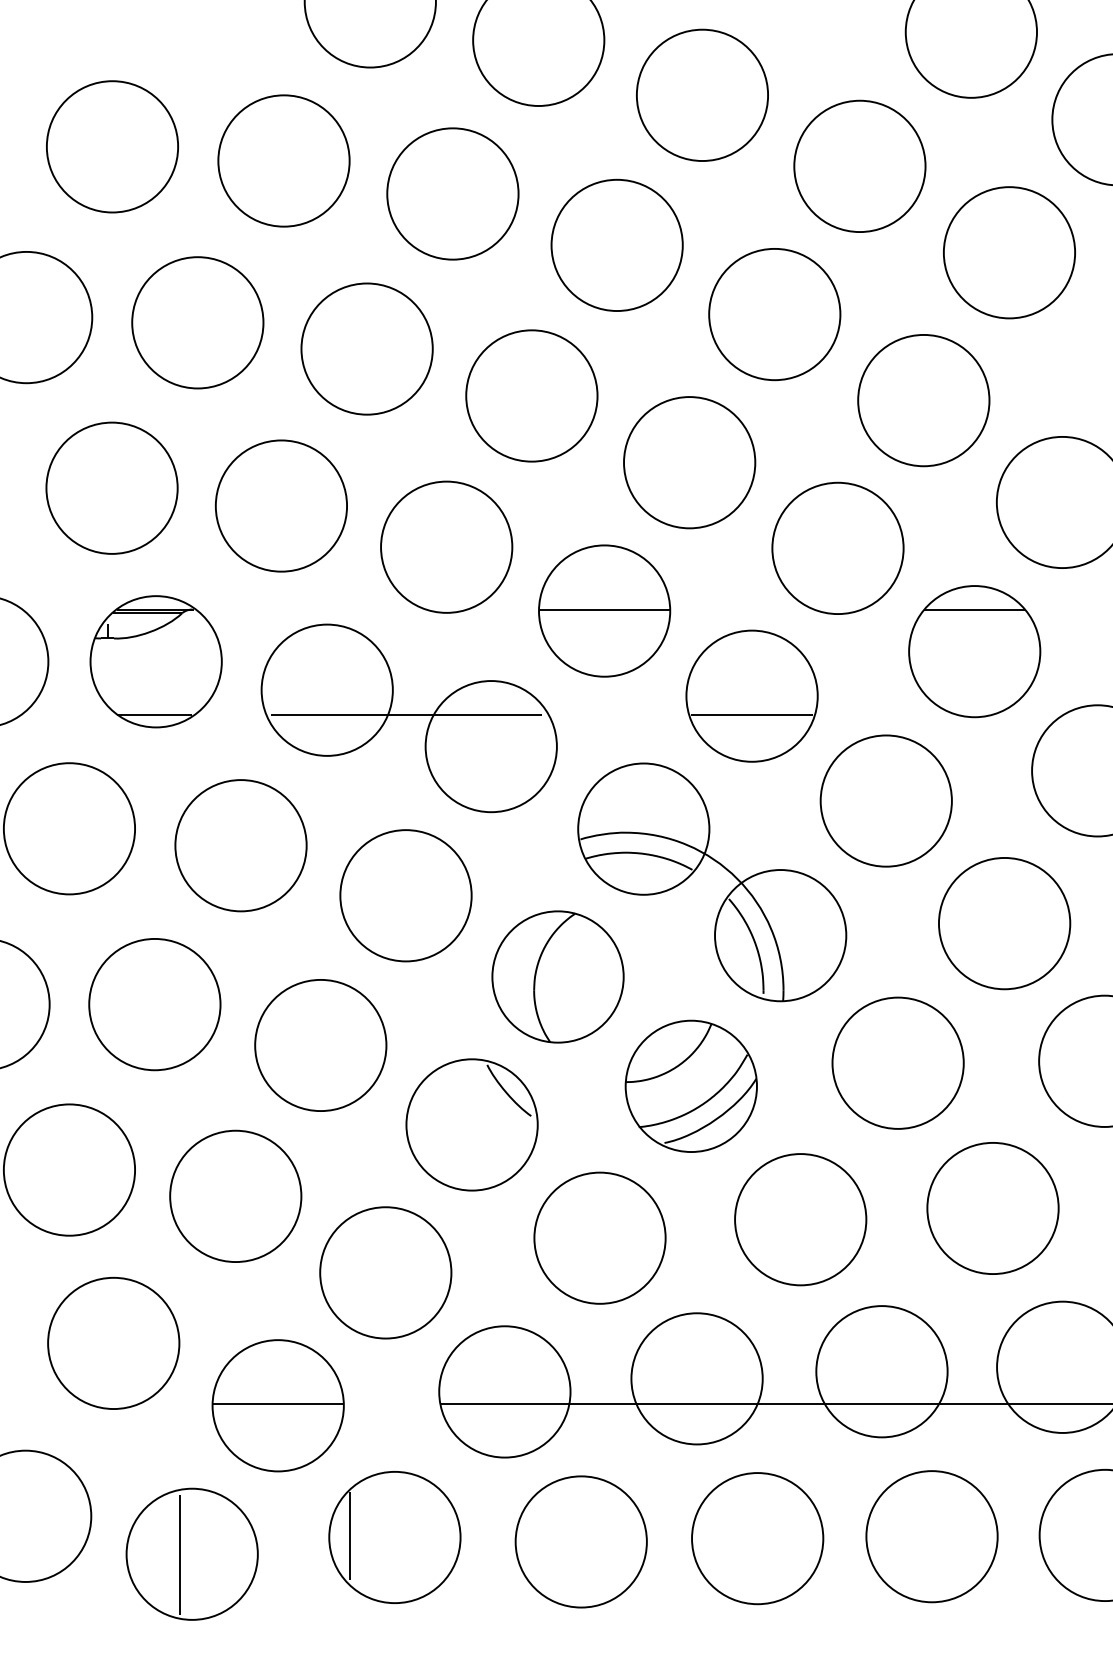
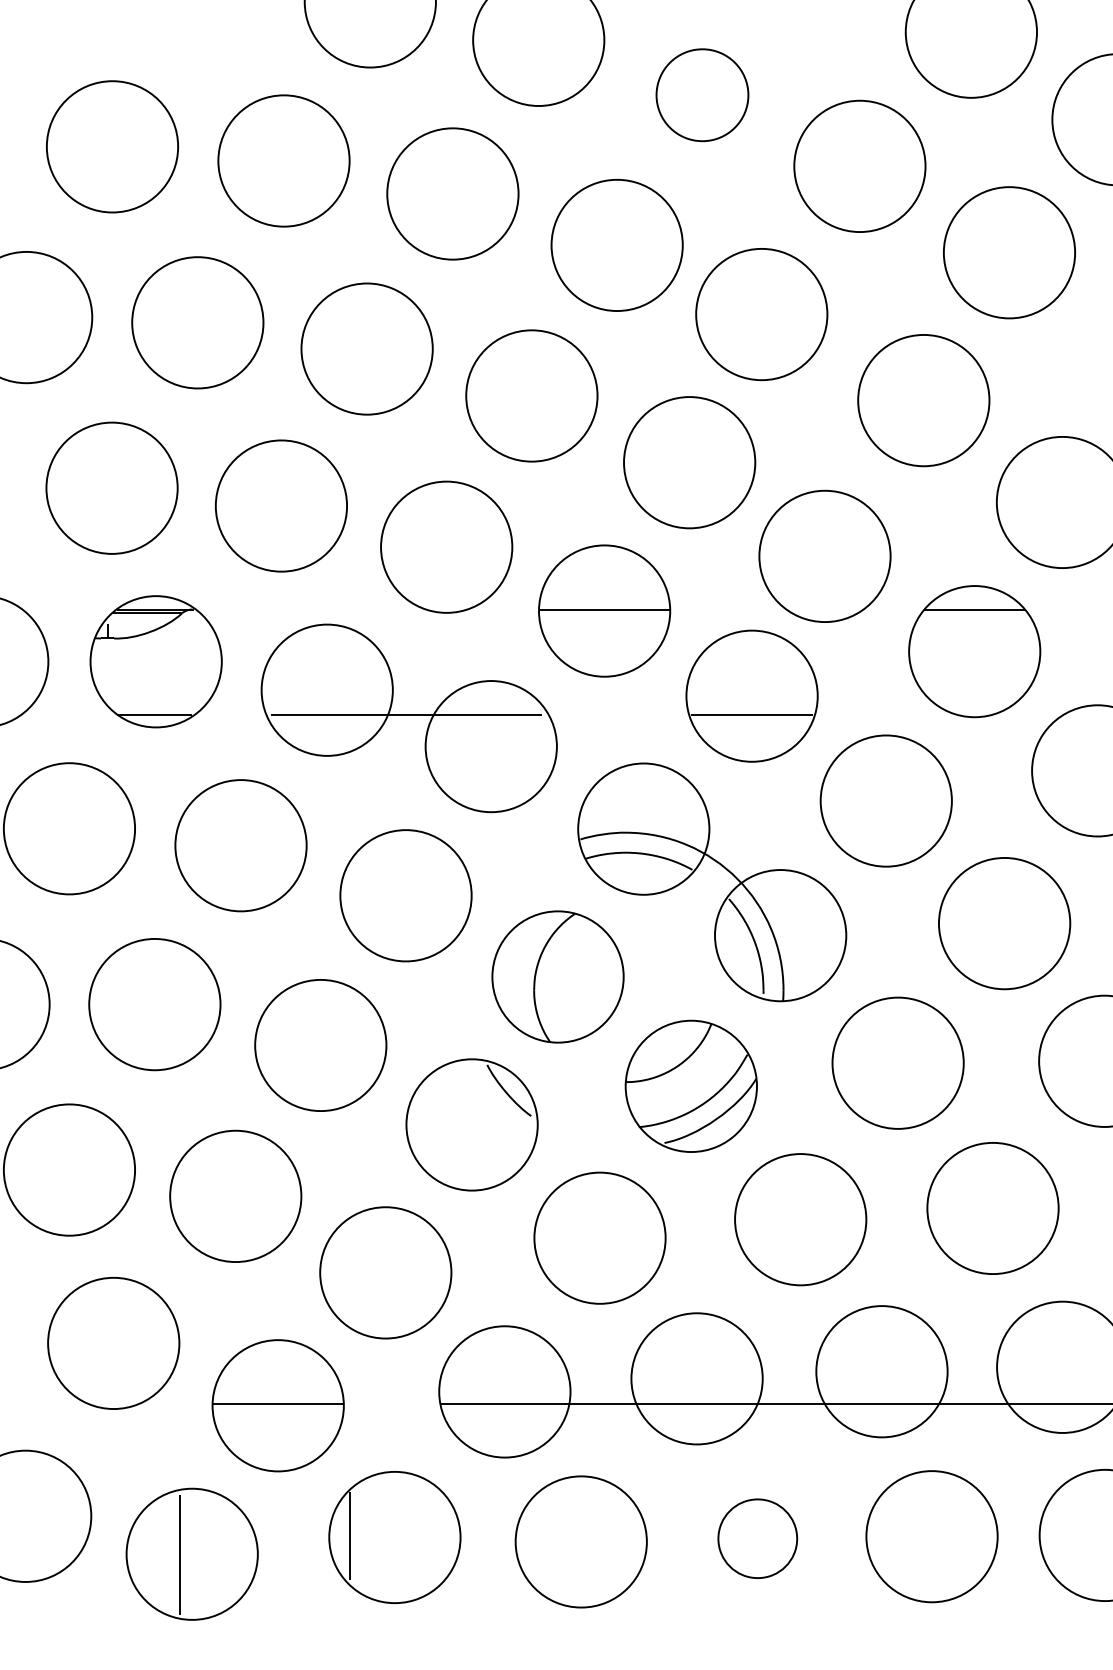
part at (702, 94) size: 133x134 px -> 95x95 px
part at (774, 314) position: (774, 314) -> (761, 314)
part at (837, 547) position: (837, 547) -> (824, 555)
part at (757, 1538) size: 134x134 px -> 82x81 px
